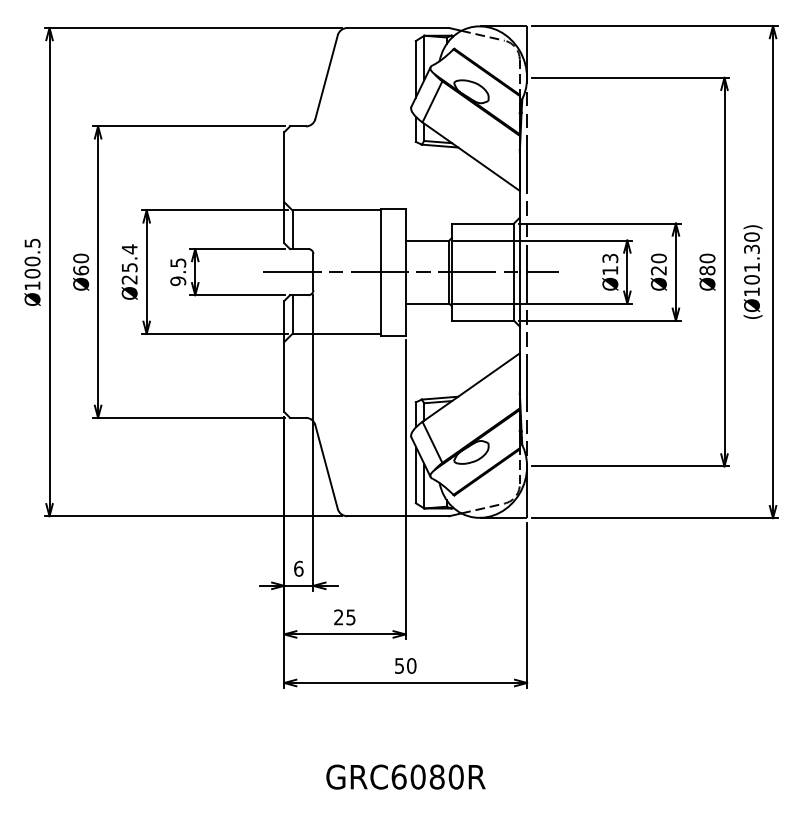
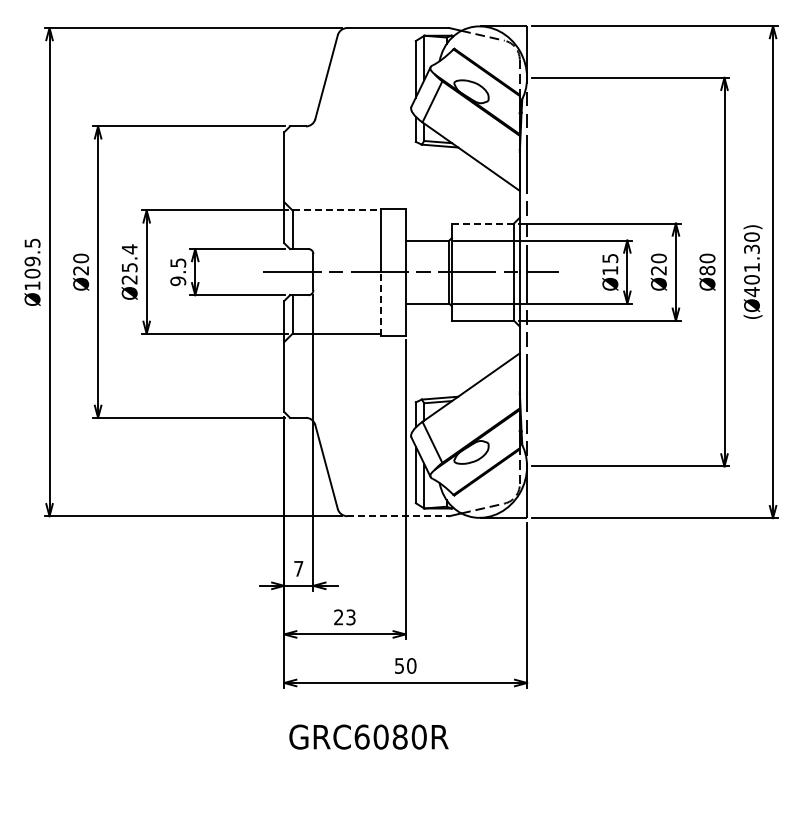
line at (337, 210): solid -> dashed
line at (483, 223): solid -> dashed
text at (609, 258): Ø13 -> Ø15
text at (32, 261): Ø100.5 -> Ø109.5
text at (81, 270): Ø60 -> Ø20
text at (751, 292): (Ø101.30) -> (Ø401.30)
line at (381, 303): solid -> dashed
line at (398, 516): solid -> dashed
text at (298, 568): 6 -> 7
text at (350, 616): 25 -> 23
text at (405, 776) position: (405, 776) -> (368, 736)
